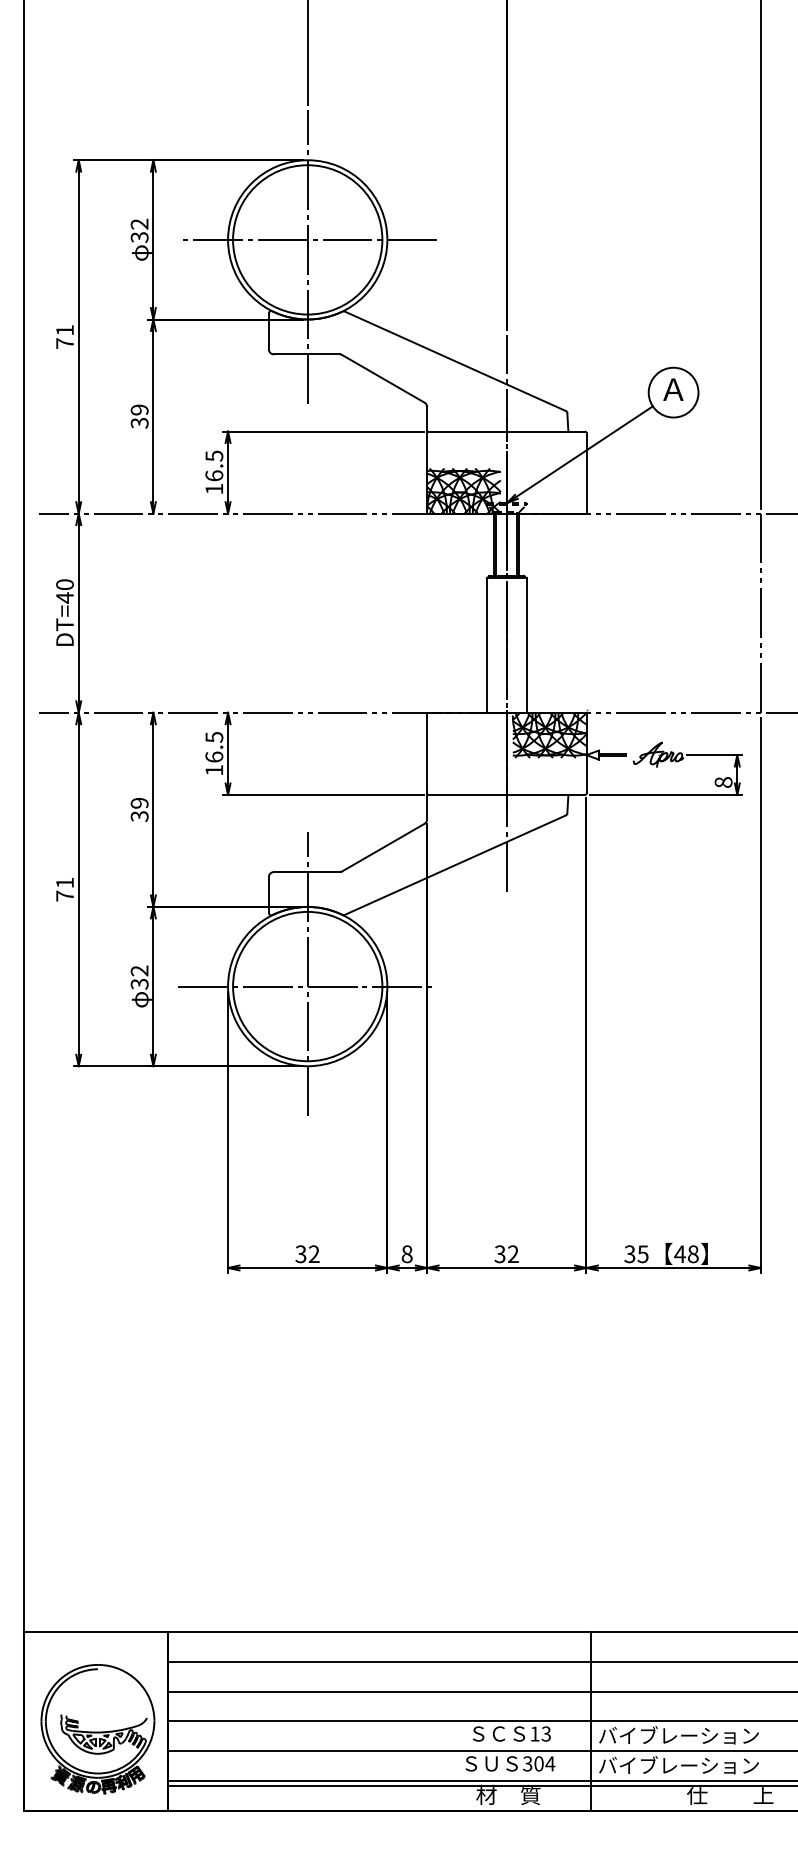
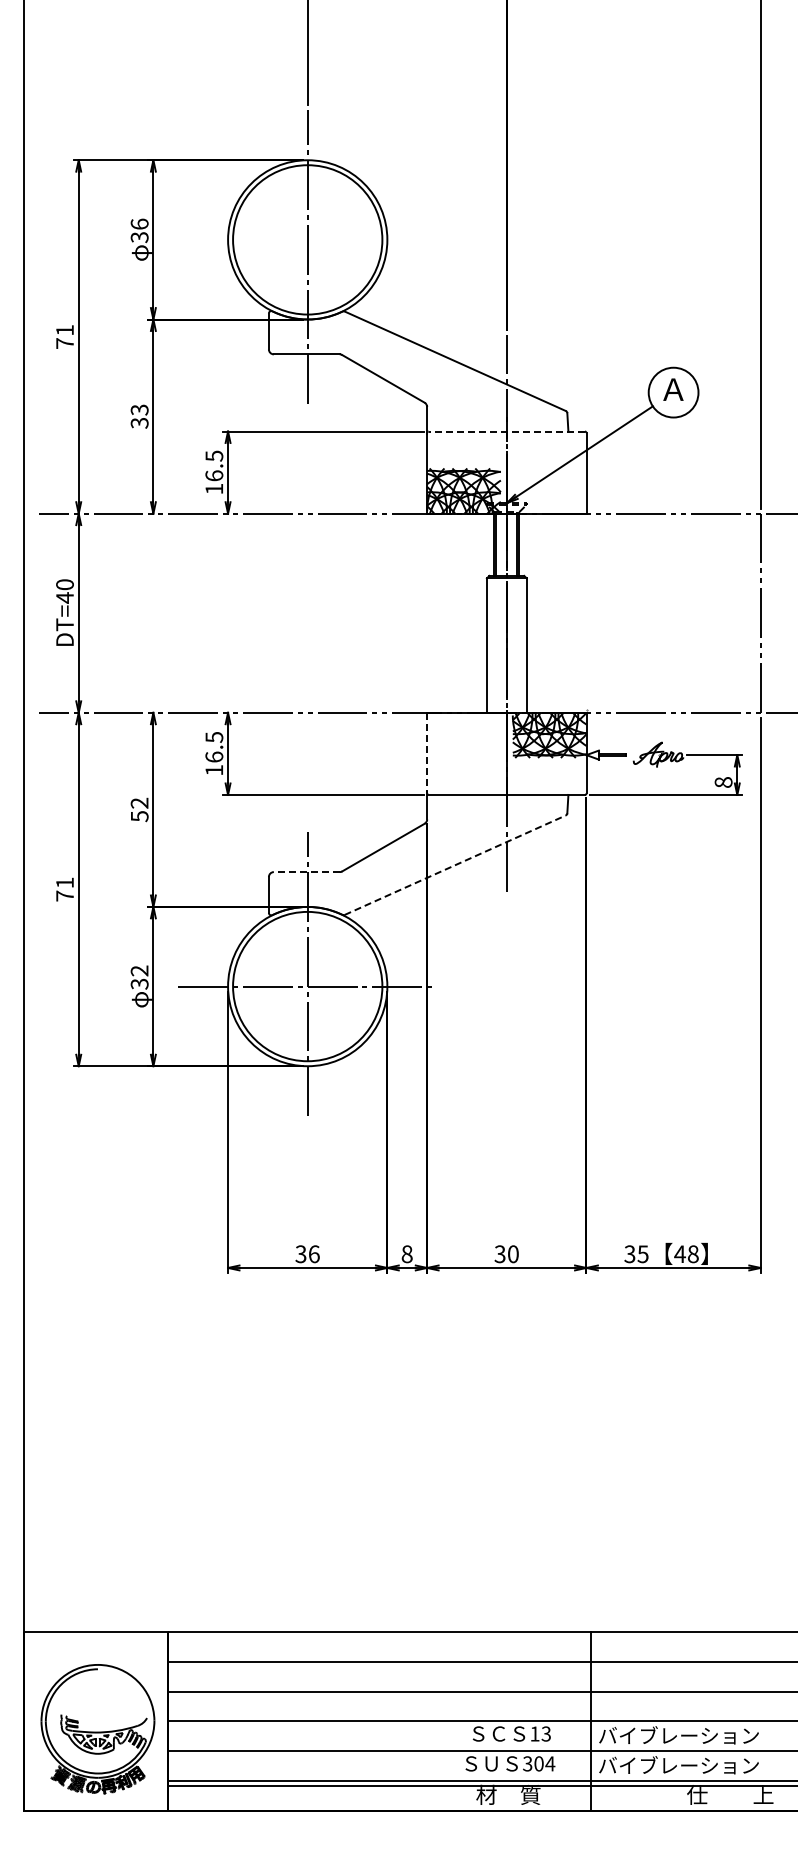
text at (139, 223): 32 -> 36
line at (307, 239): present -> none
text at (139, 409): 39 -> 33
line at (506, 431): solid -> dashed
line at (427, 753): solid -> dashed
text at (139, 809): 39 -> 52
line at (455, 865): solid -> dashed
line at (306, 872): solid -> dashed
text at (313, 1254): 32 -> 36
text at (512, 1254): 32 -> 30
